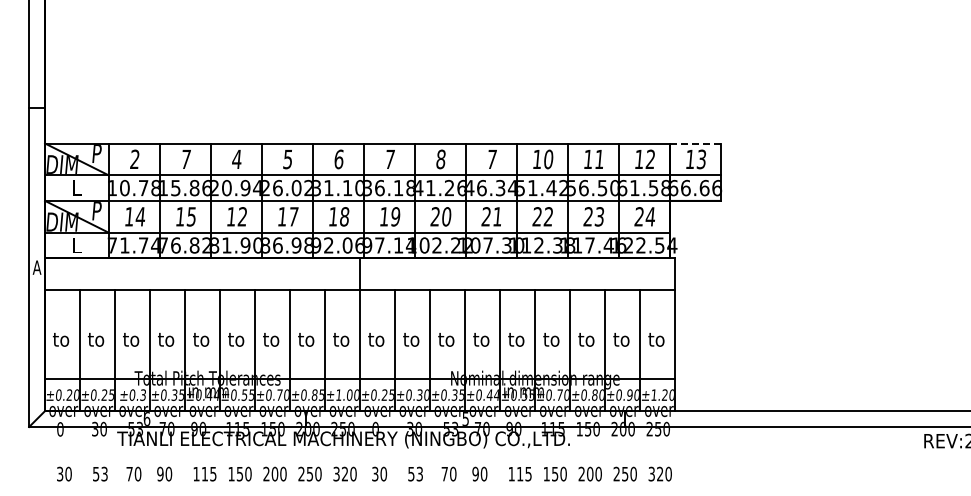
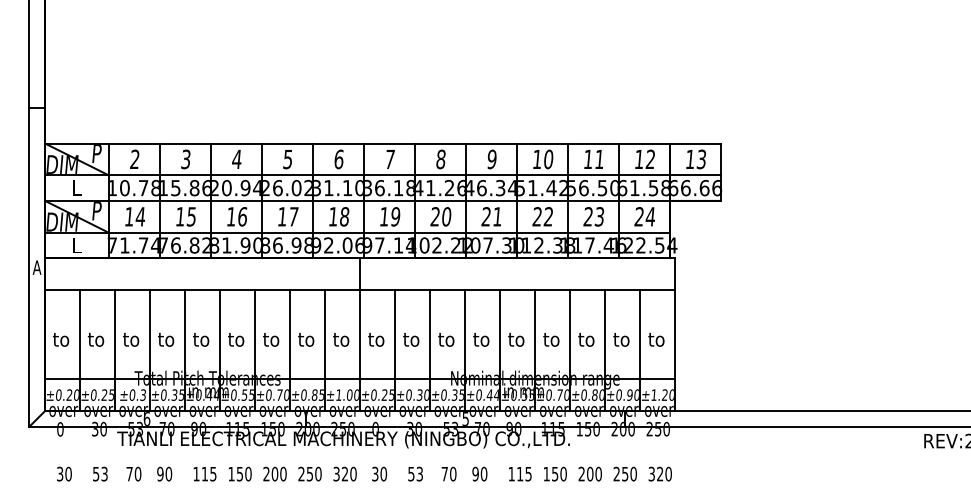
line at (695, 143): dashed -> solid
text at (185, 159): 7 -> 3
text at (491, 159): 7 -> 9
text at (242, 216): 12 -> 16
